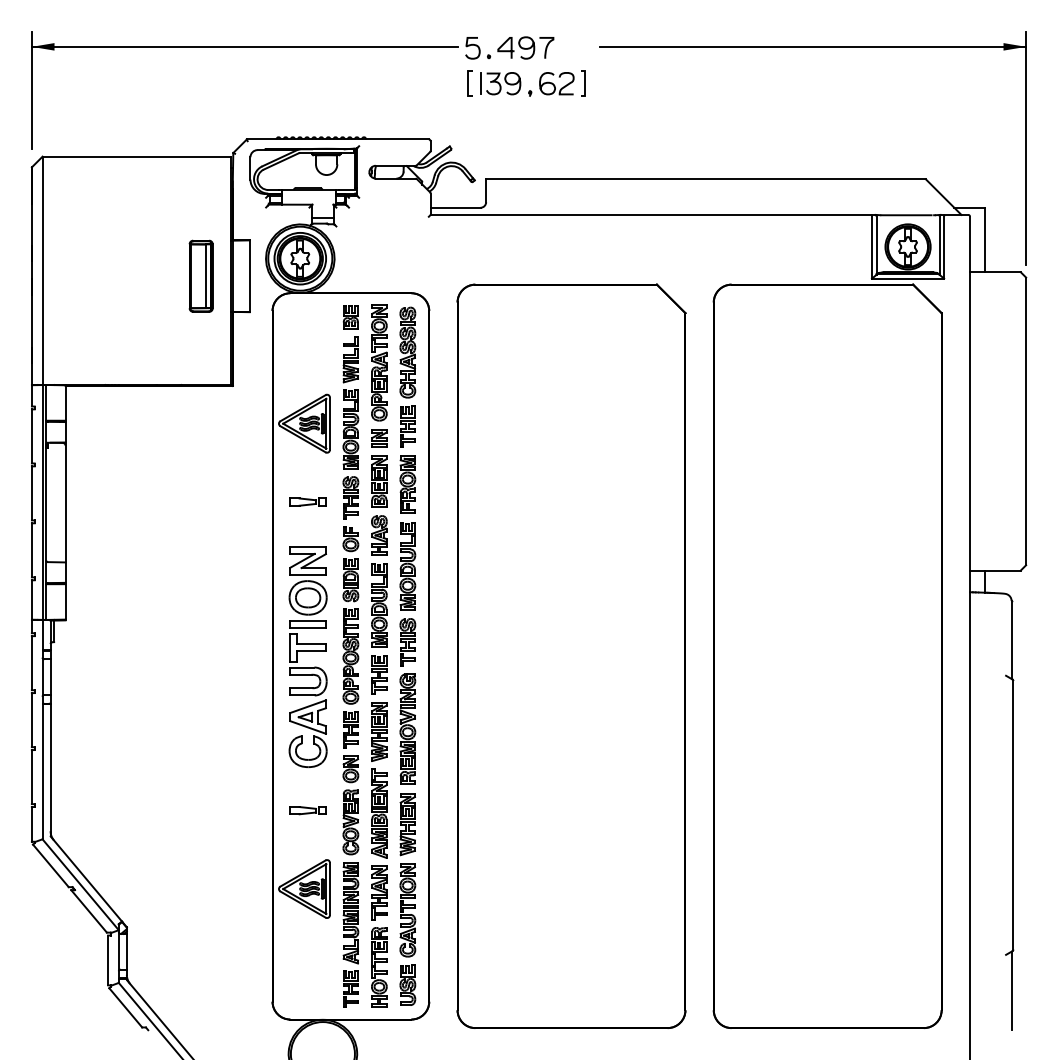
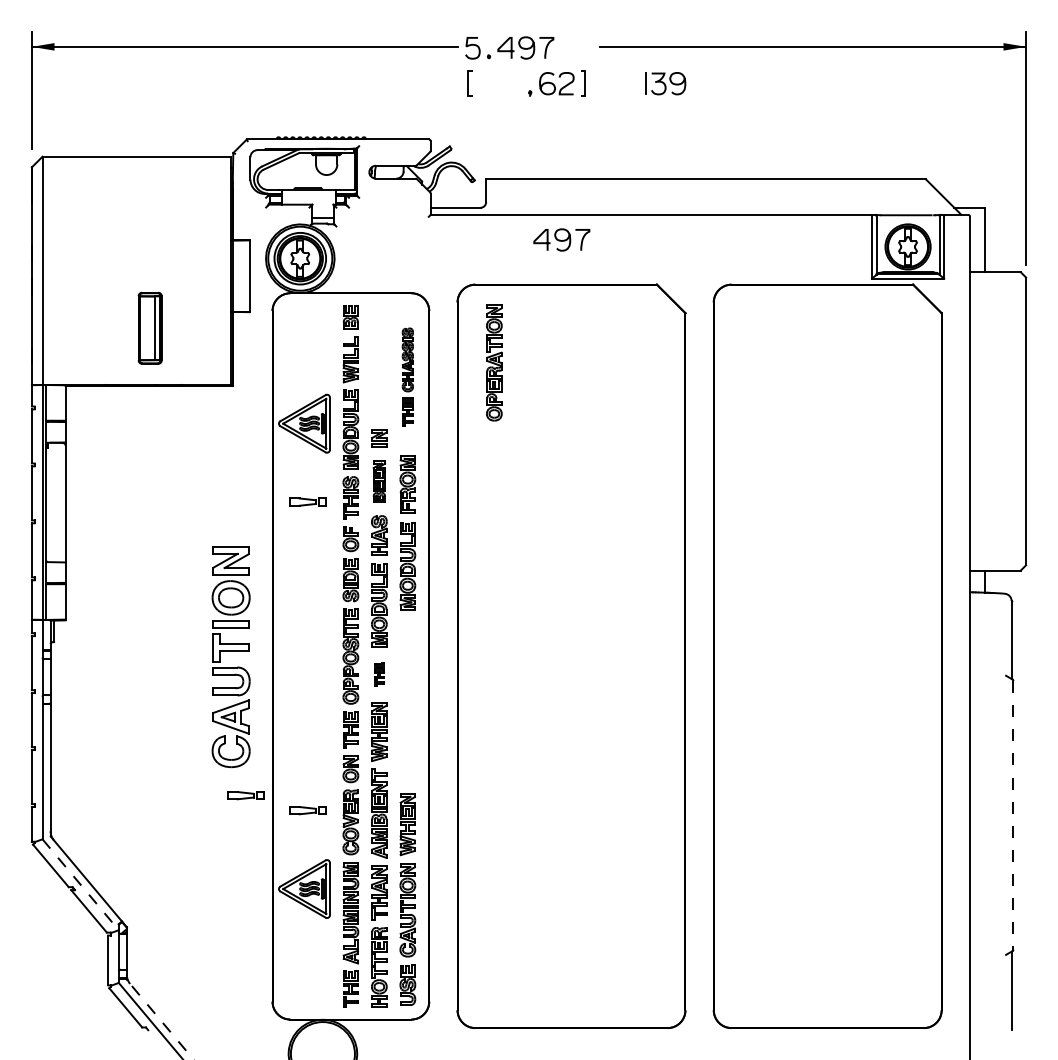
part at (500, 83) position: (500, 83) -> (665, 83)
part at (561, 239): none -> present
part at (200, 275) position: (200, 275) -> (149, 327)
part at (379, 362) position: (379, 362) -> (494, 362)
part at (407, 376) size: 18x142 px -> 13x100 px
part at (379, 481) size: 17x53 px -> 15x43 px
part at (307, 656) position: (307, 656) -> (230, 656)
part at (379, 674) size: 17x40 px -> 11x25 px
part at (407, 701): present -> none
part at (245, 795): none -> present
line at (1013, 815): solid -> dashed
line at (81, 885): solid -> dashed
line at (160, 1019): solid -> dashed
